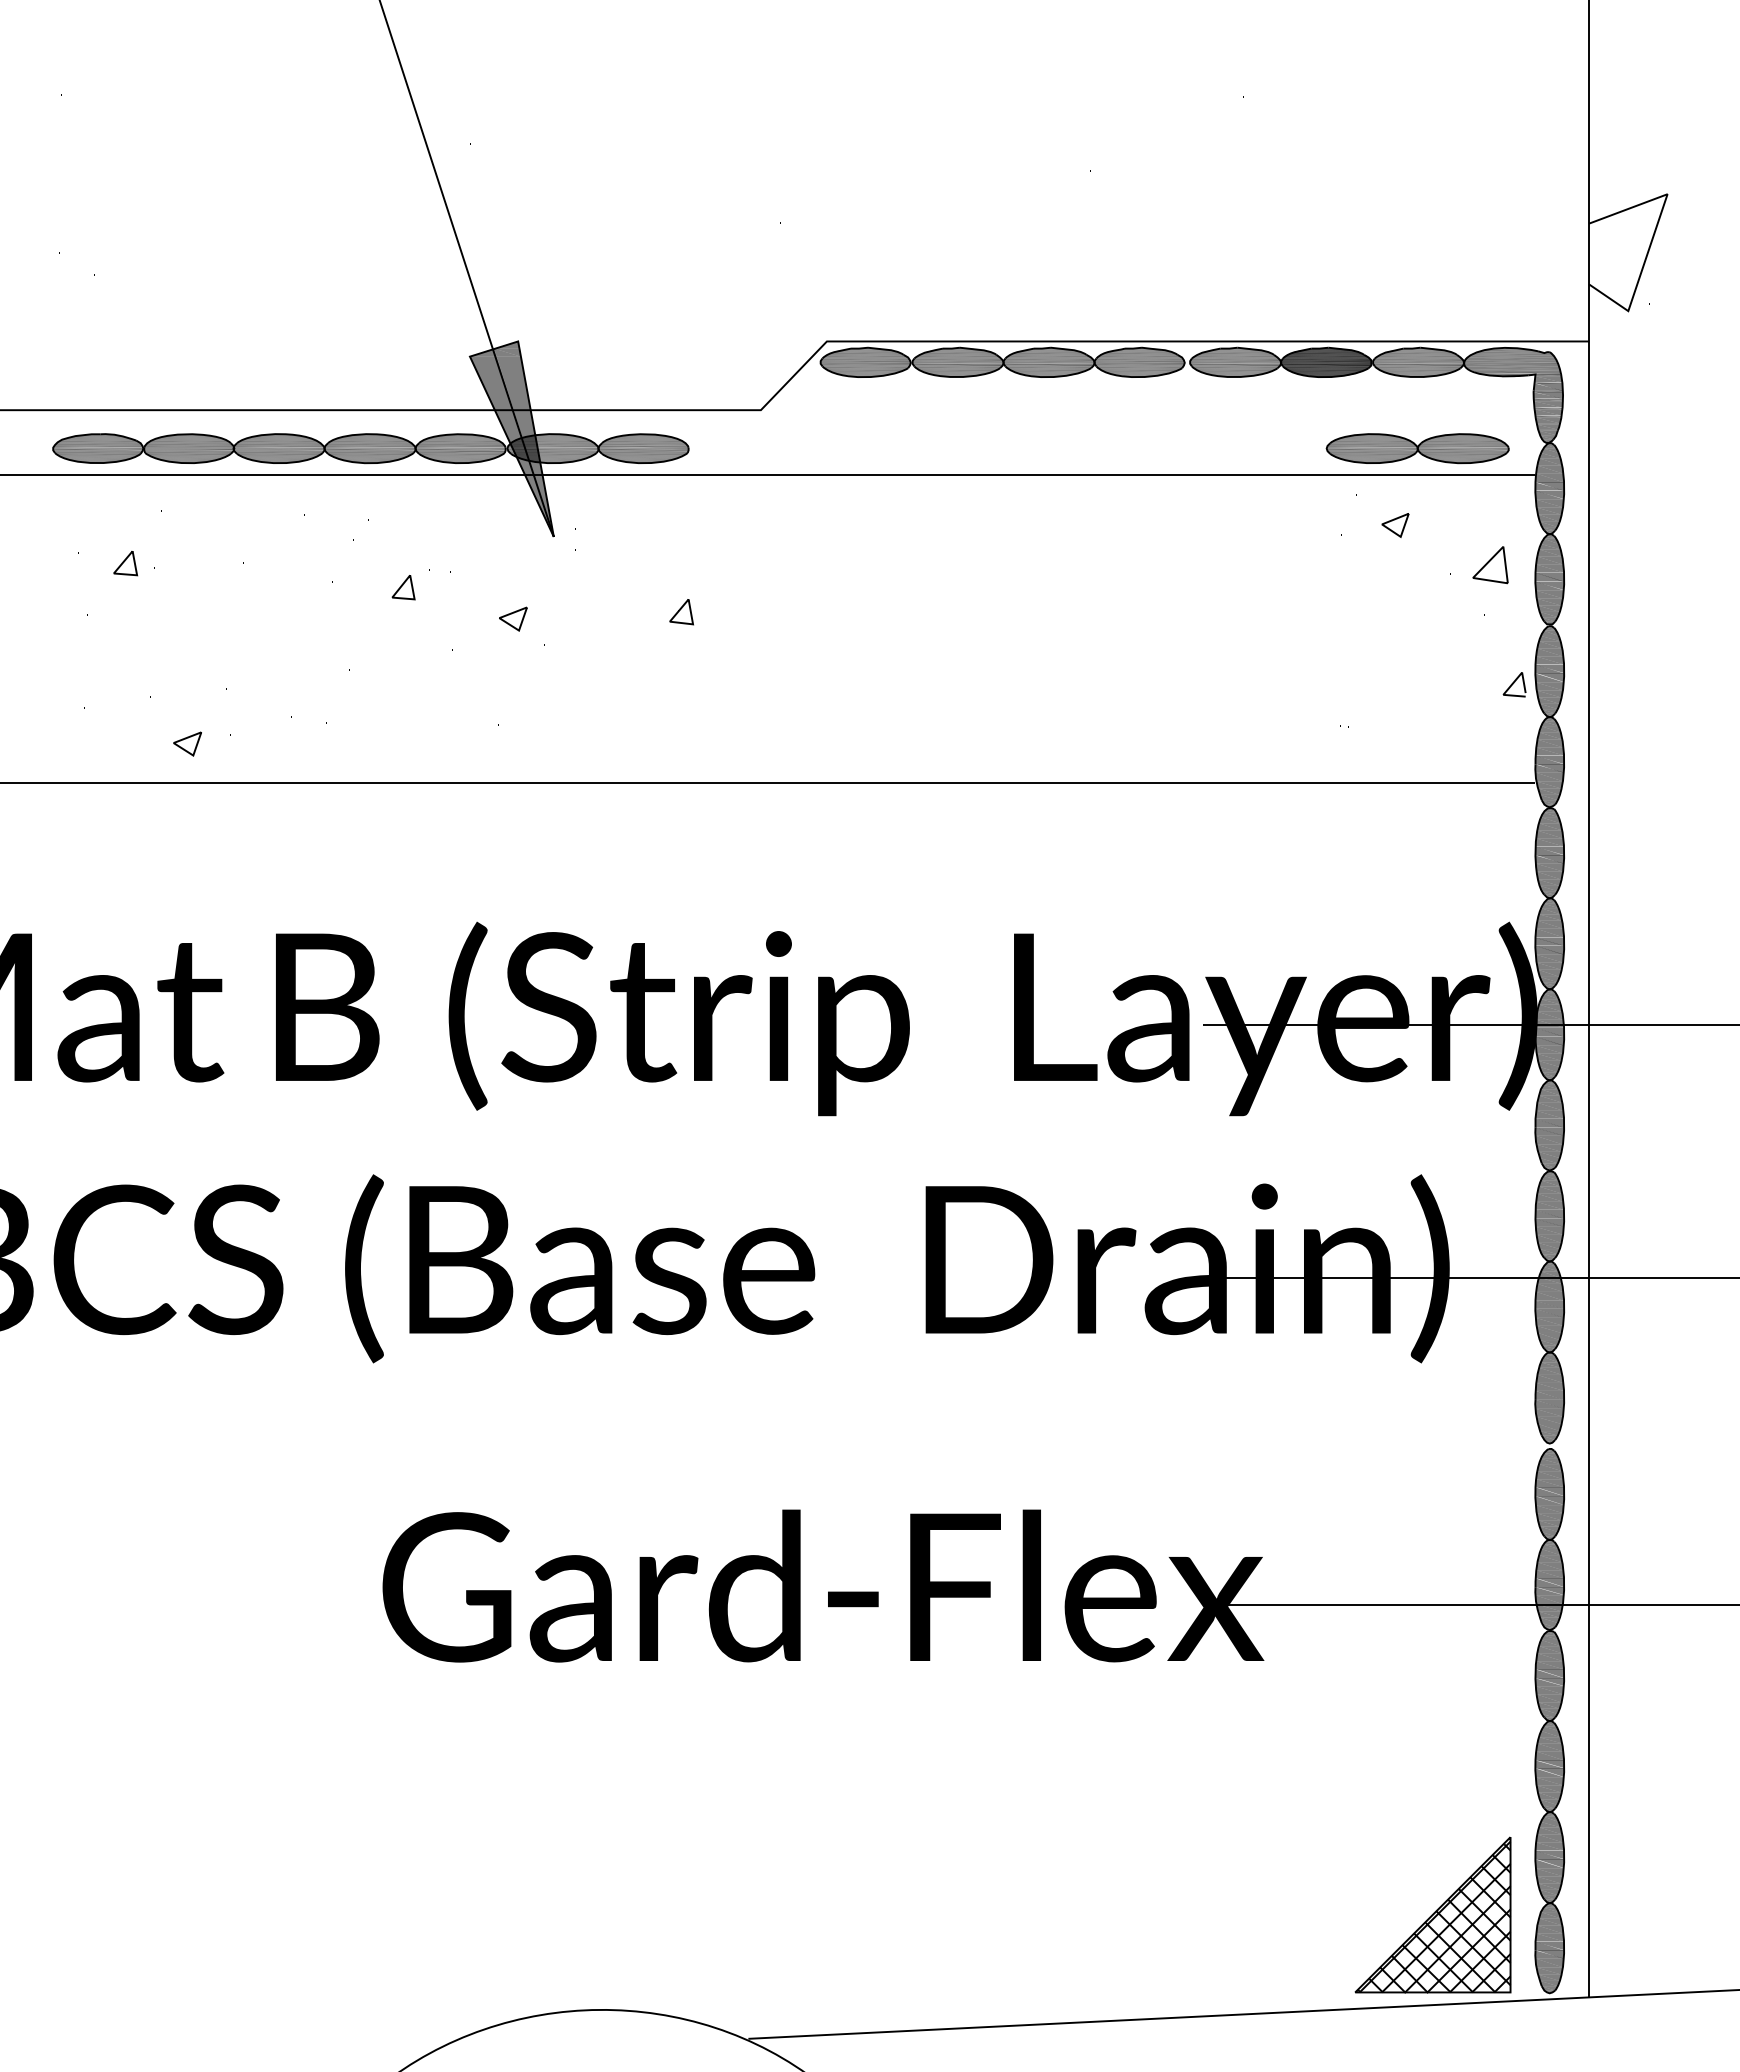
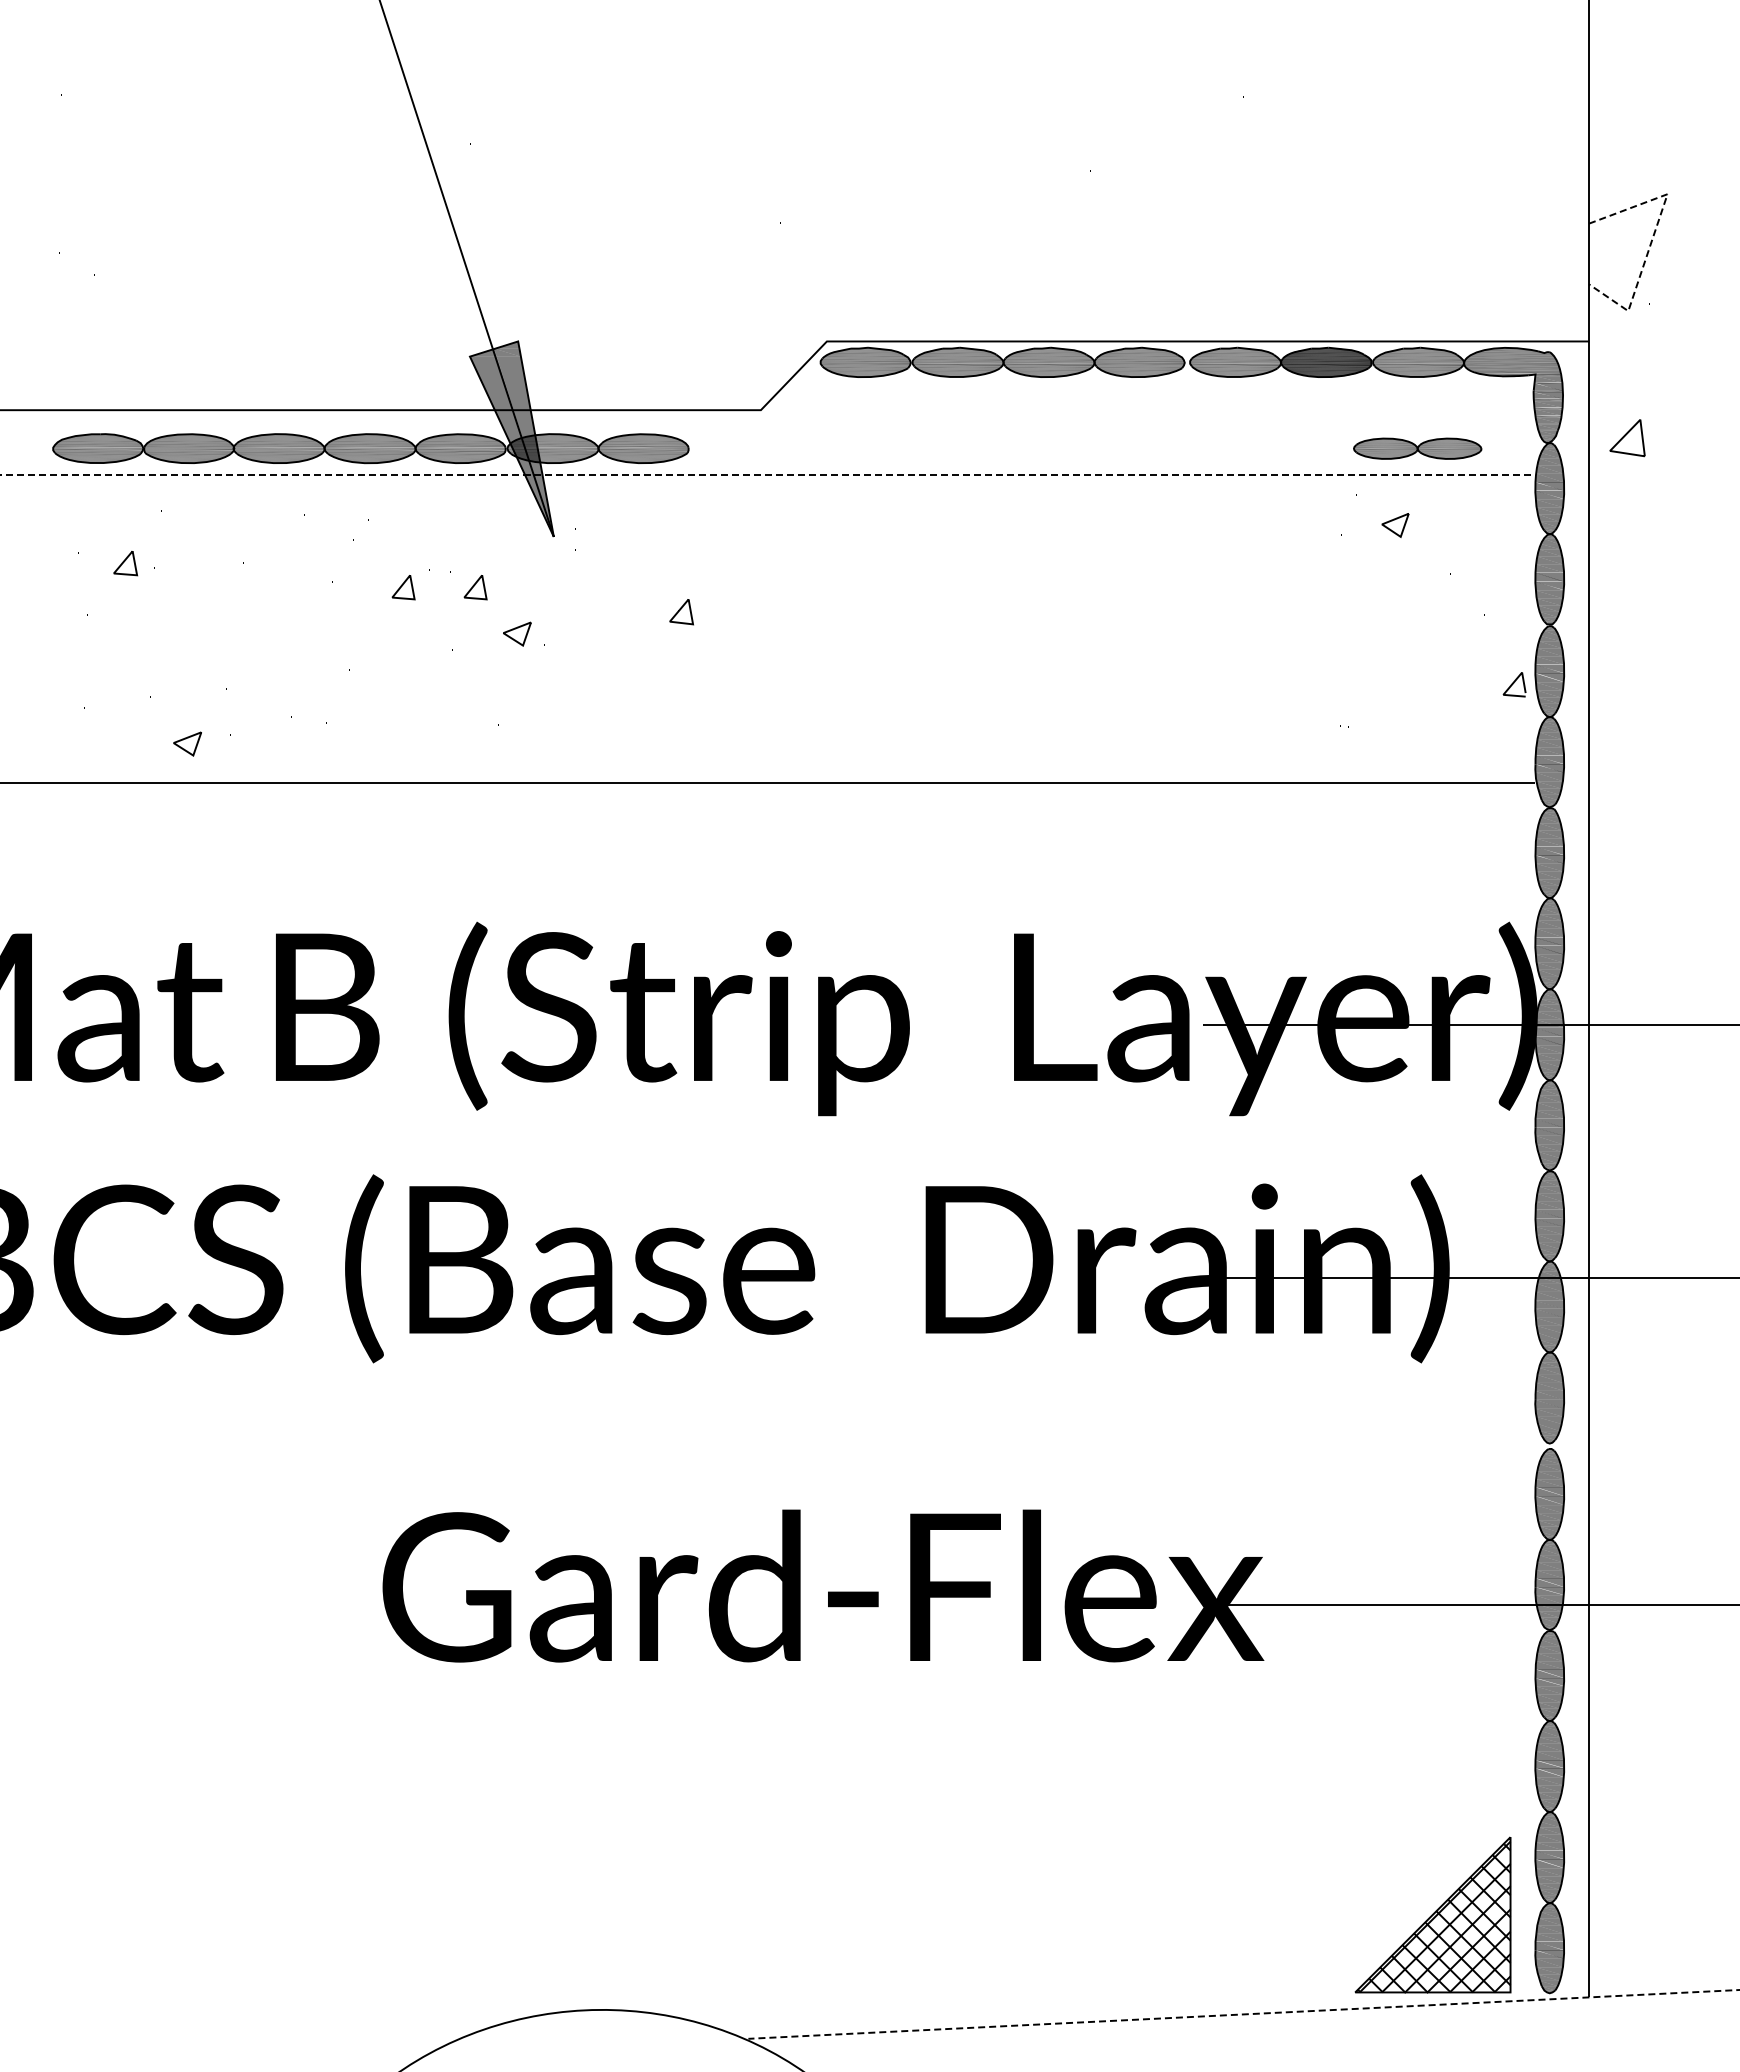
line at (1653, 235): solid -> dashed
part at (1417, 448) size: 185x32 px -> 130x23 px
line at (767, 475): solid -> dashed
part at (1490, 565) position: (1490, 565) -> (1627, 438)
part at (475, 587): none -> present
part at (513, 618) position: (513, 618) -> (517, 633)
line at (1243, 2014): solid -> dashed
